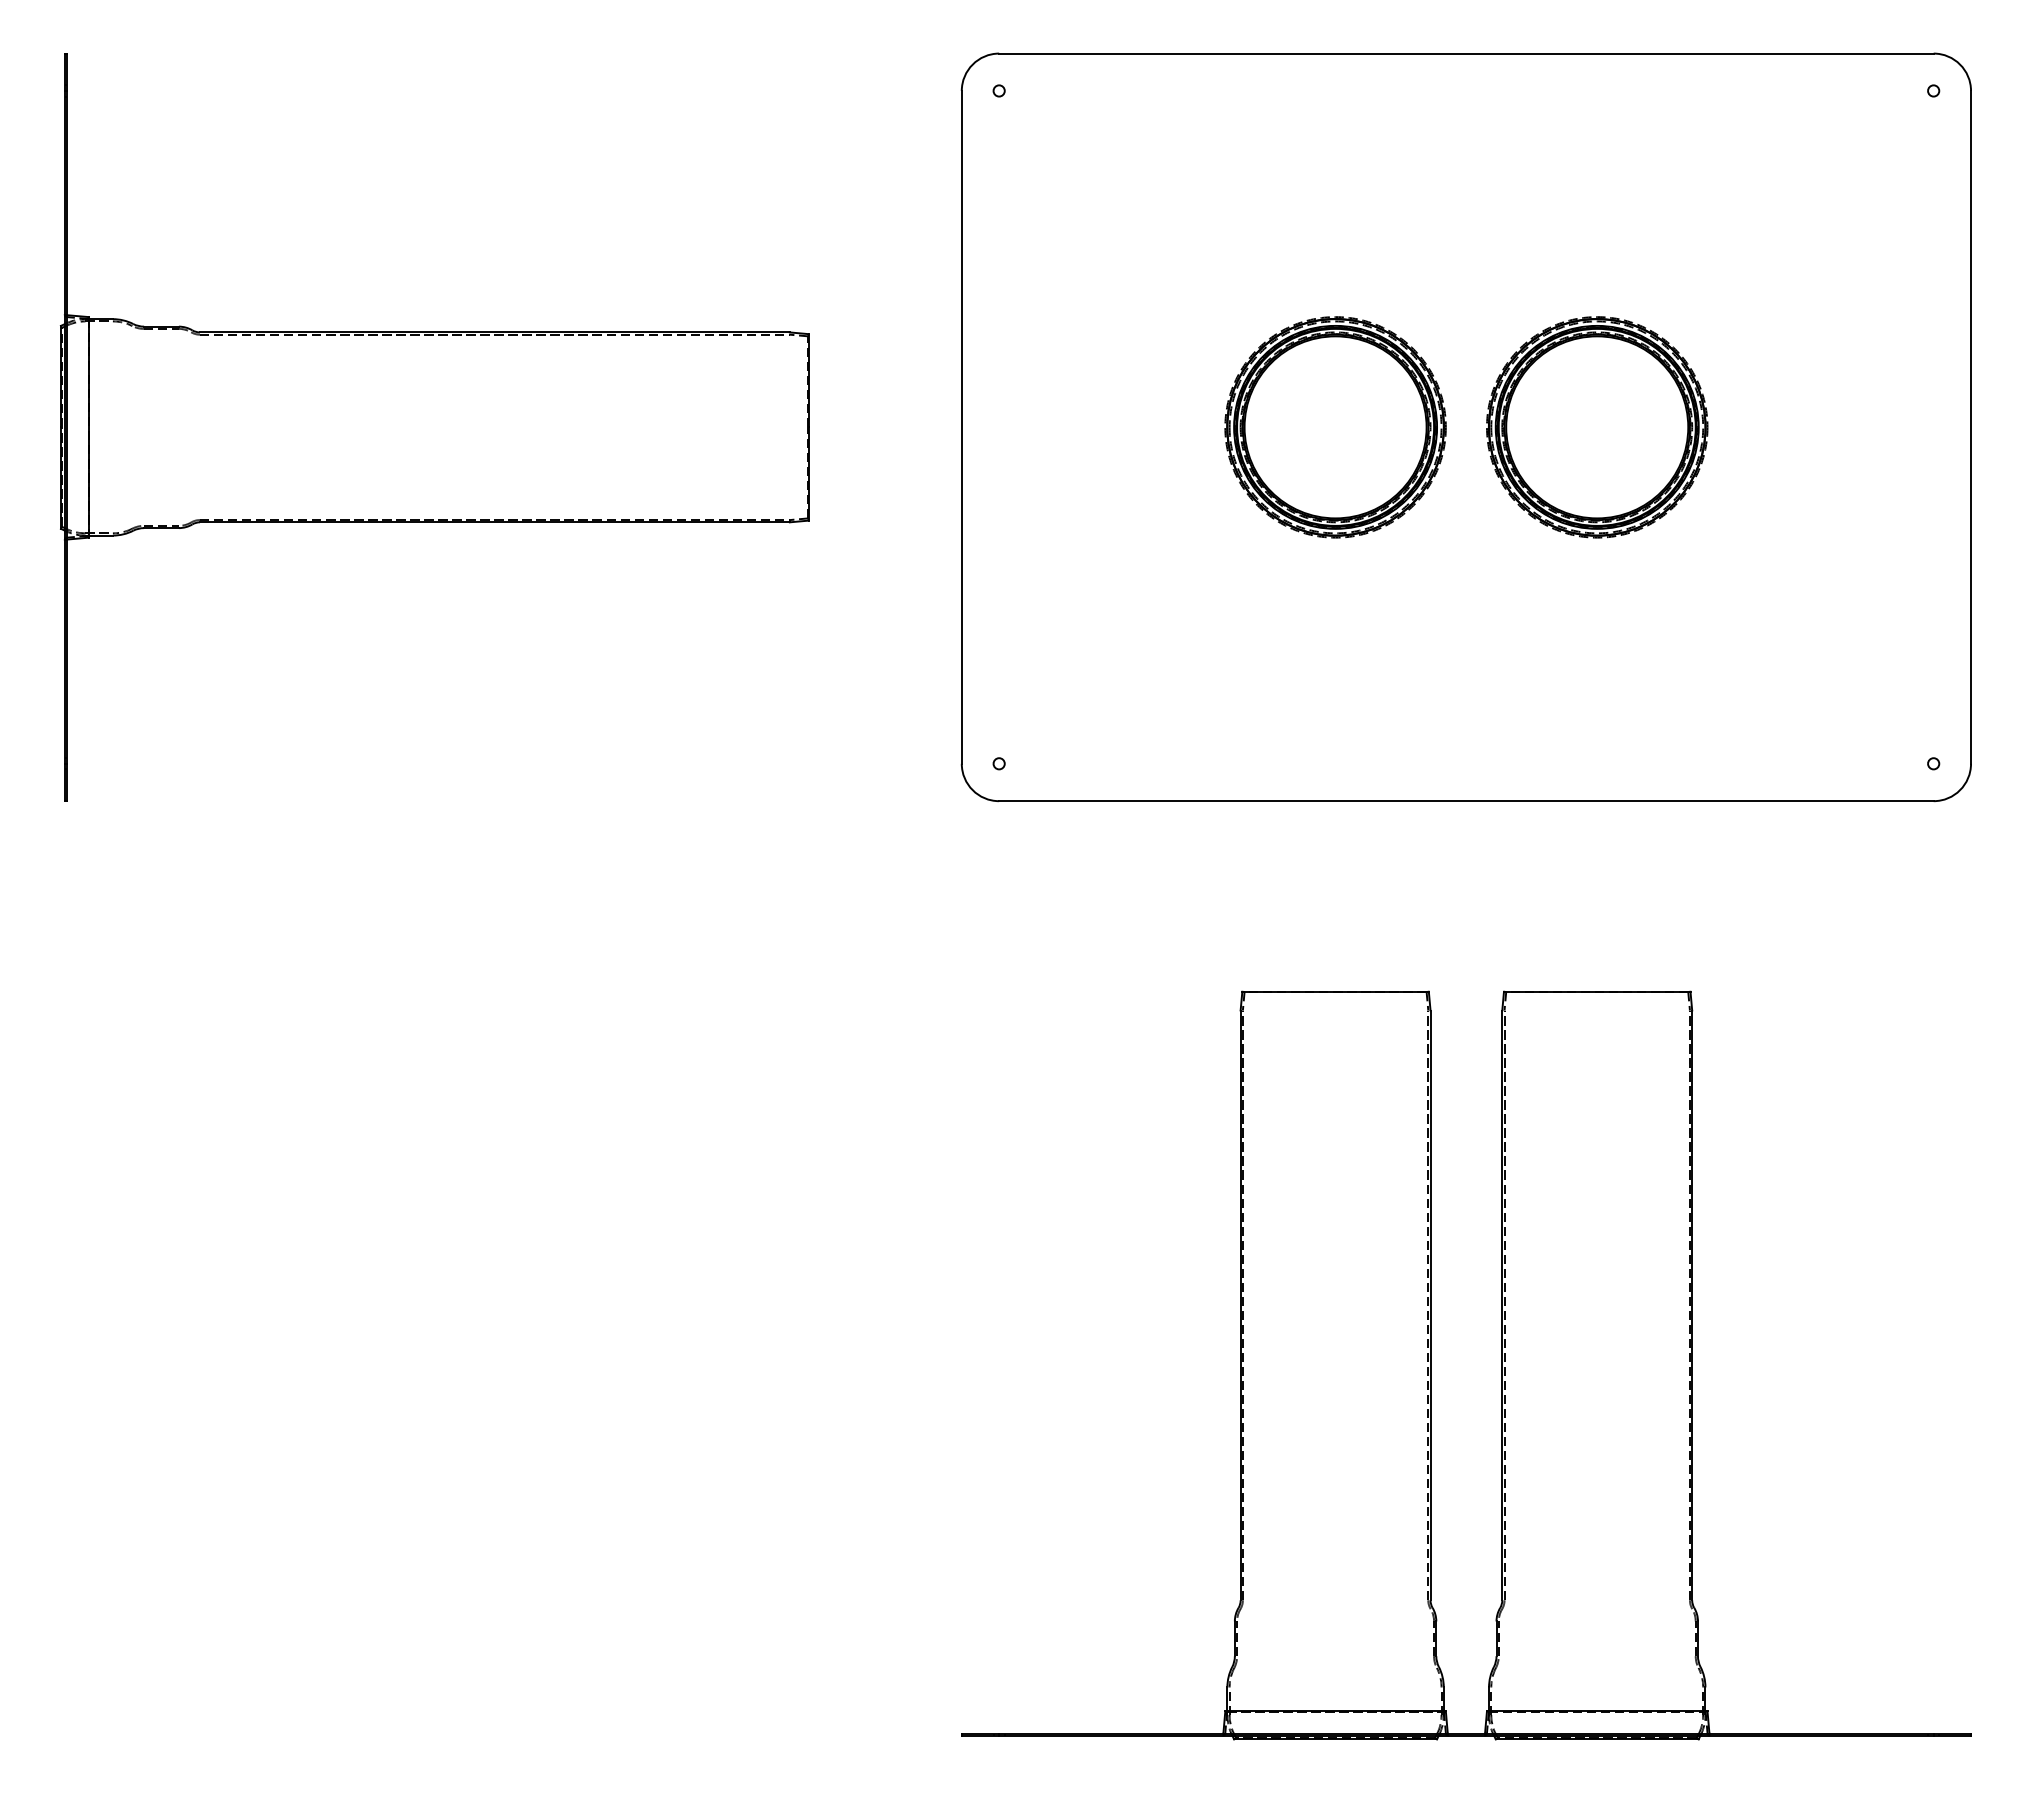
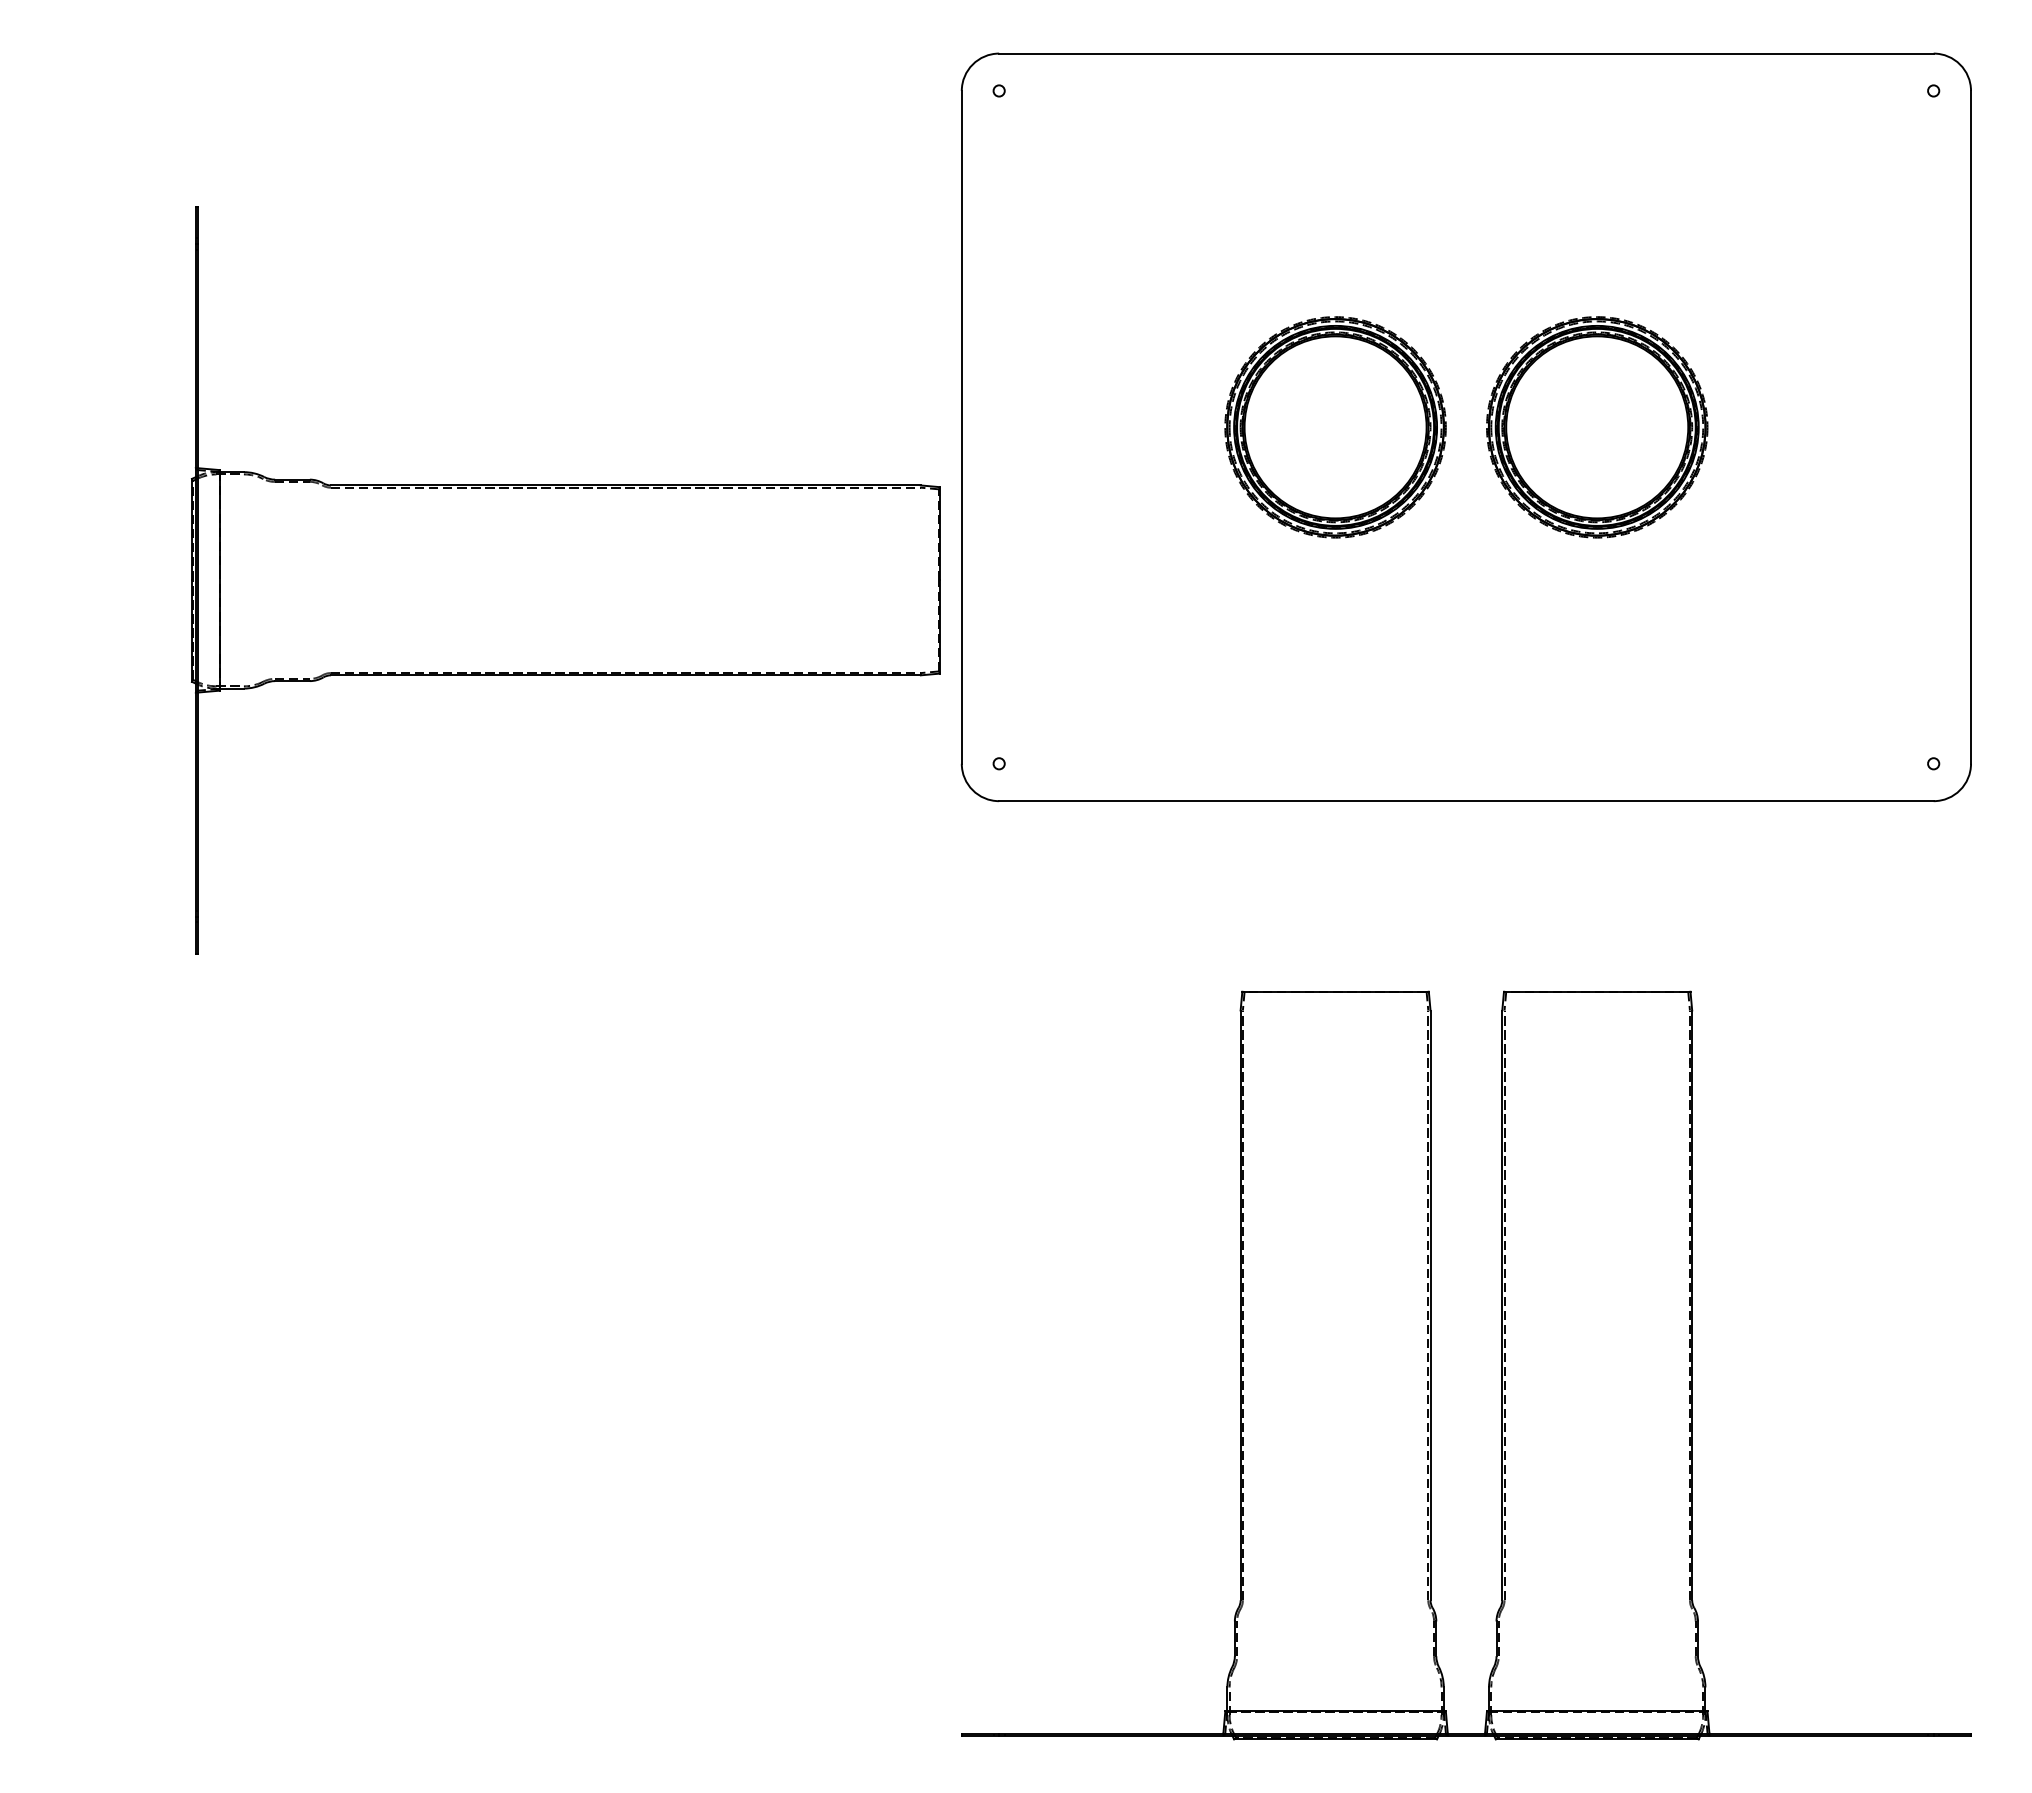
part at (434, 427) position: (434, 427) -> (565, 580)
